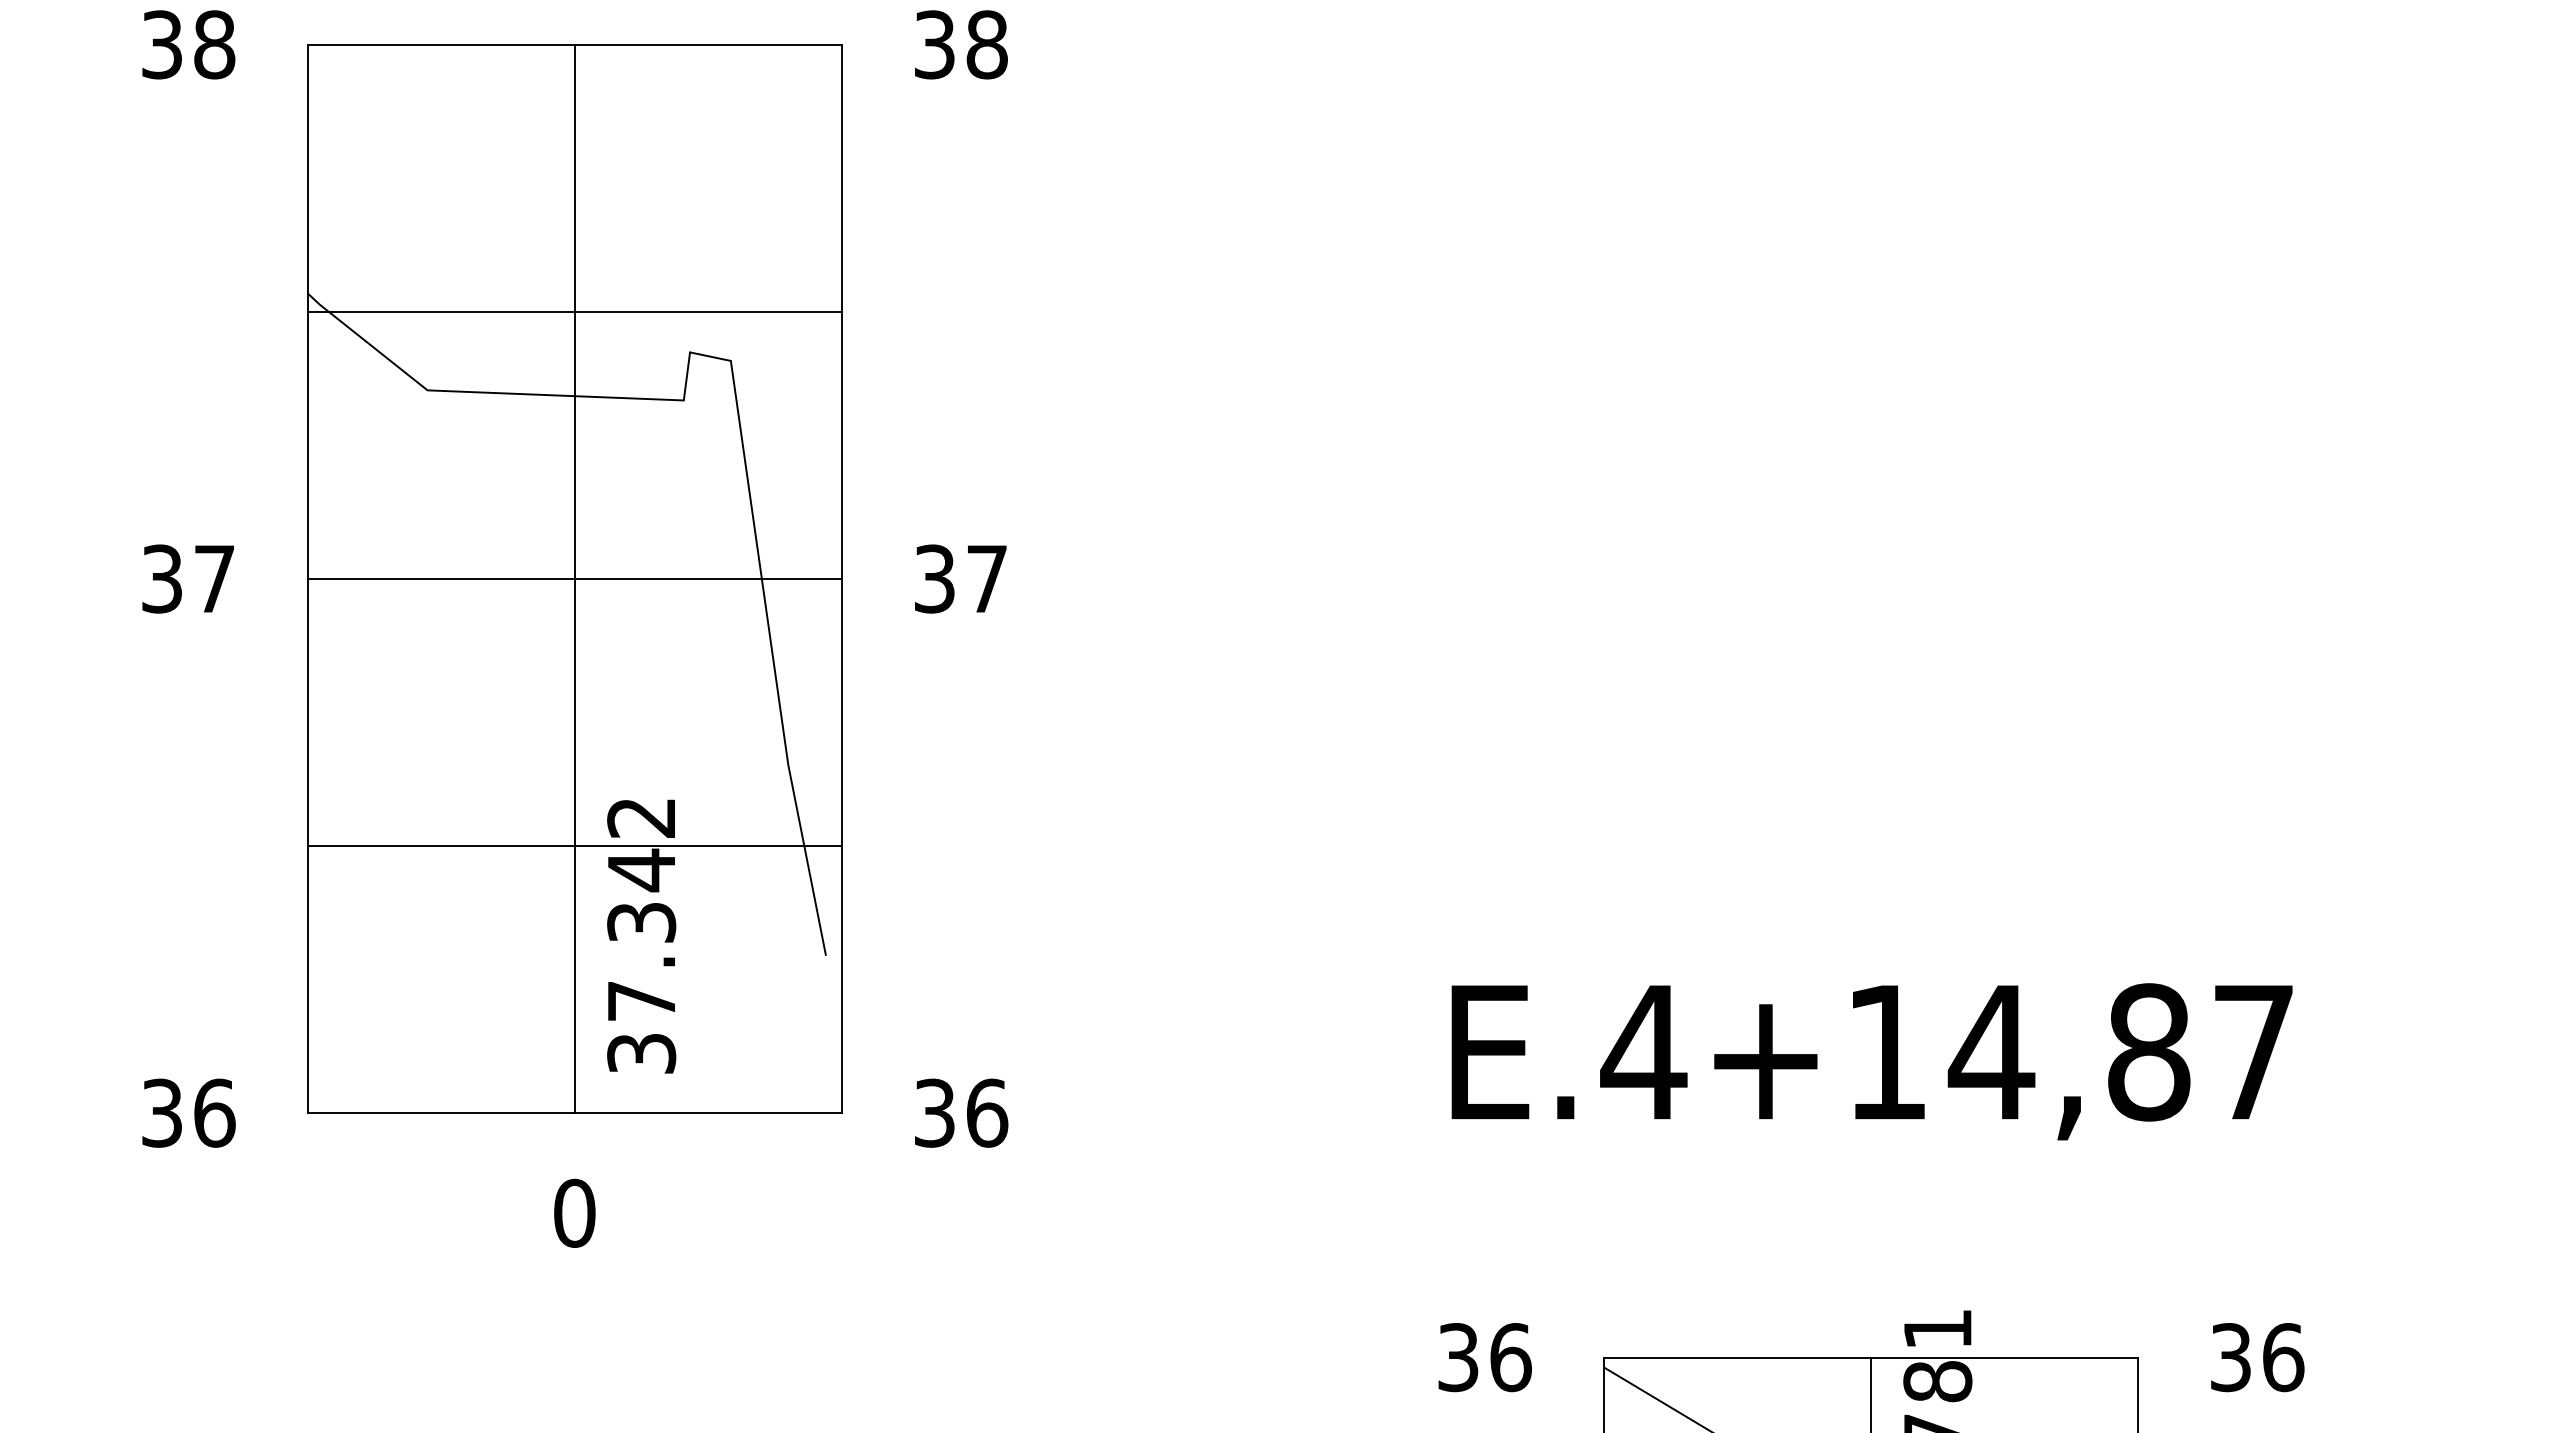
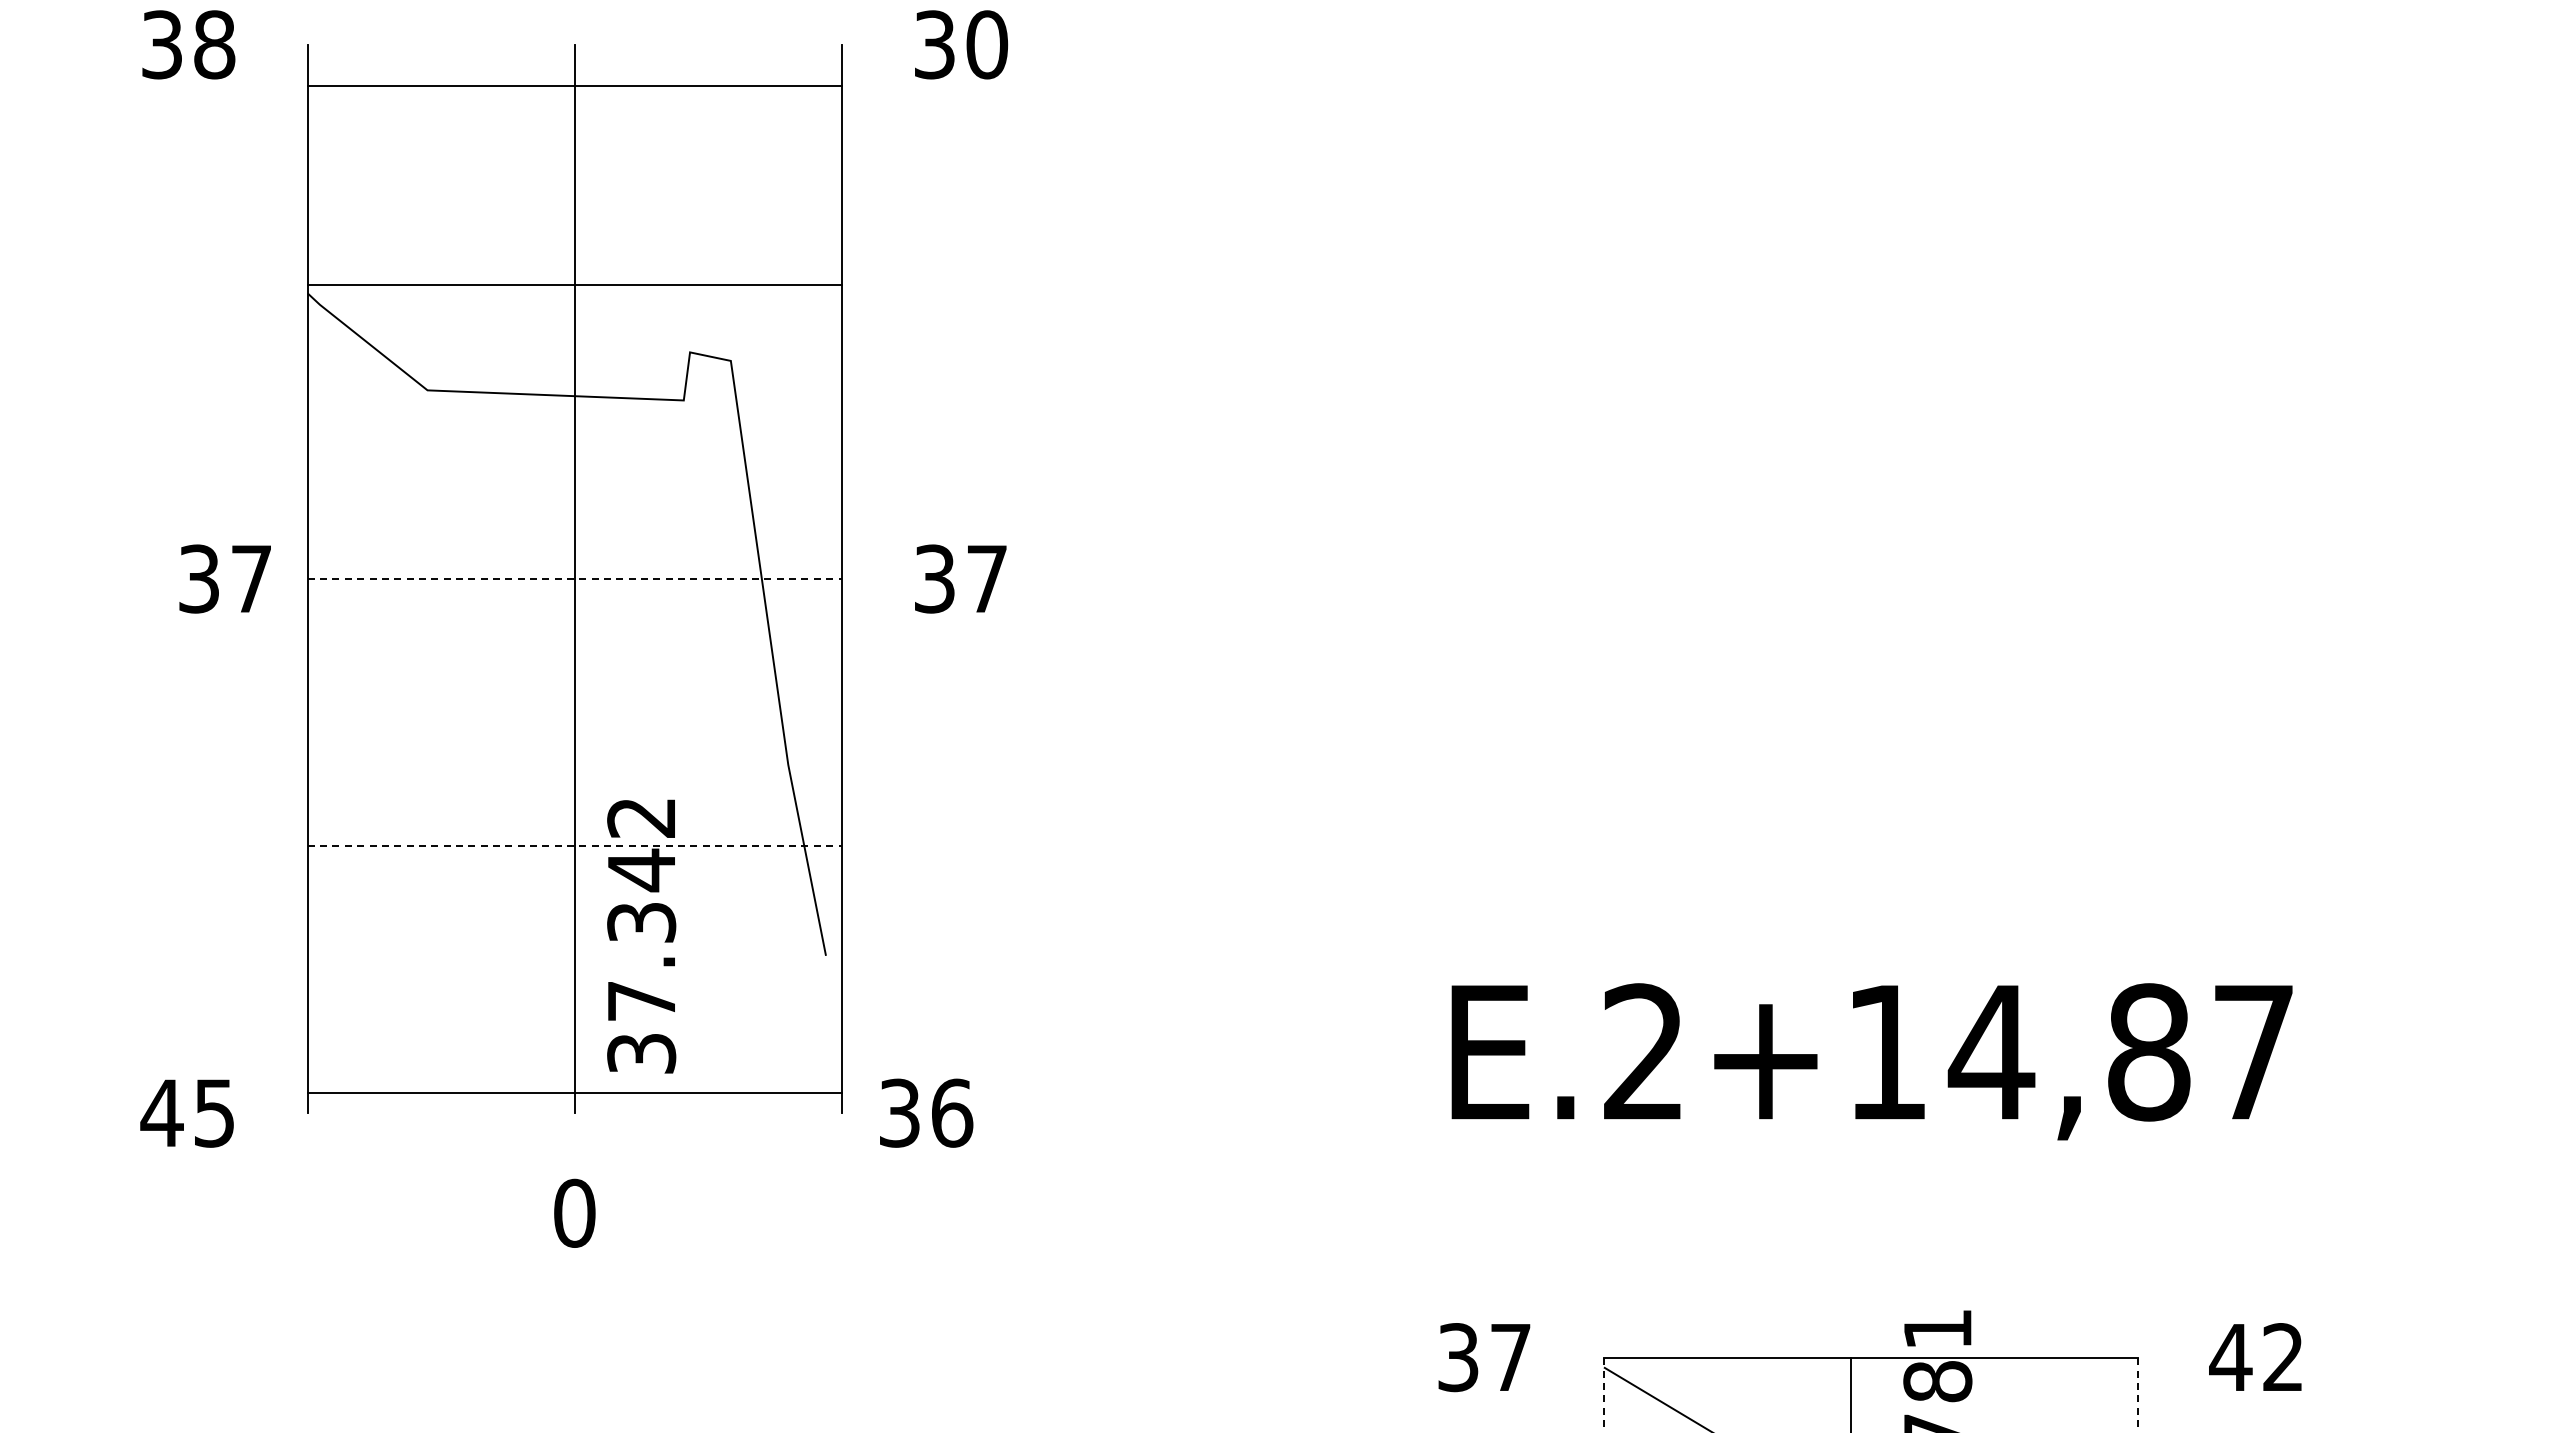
line at (574, 44) position: (574, 44) -> (574, 85)
text at (987, 44): 38 -> 30
line at (574, 311) position: (574, 311) -> (574, 284)
text at (187, 578) position: (187, 578) -> (224, 578)
line at (575, 579): solid -> dashed
line at (575, 846): solid -> dashed
text at (1643, 1051): E.4+14,87 -> E.2+14,87
text at (187, 1112): 36 -> 45
text at (961, 1112) position: (961, 1112) -> (926, 1112)
line at (574, 1113) position: (574, 1113) -> (574, 1093)
text at (1510, 1357): 36 -> 37
text at (2256, 1357): 36 -> 42
line at (1871, 1393) position: (1871, 1393) -> (1851, 1393)
line at (1603, 1394): solid -> dashed
line at (2138, 1394): solid -> dashed
